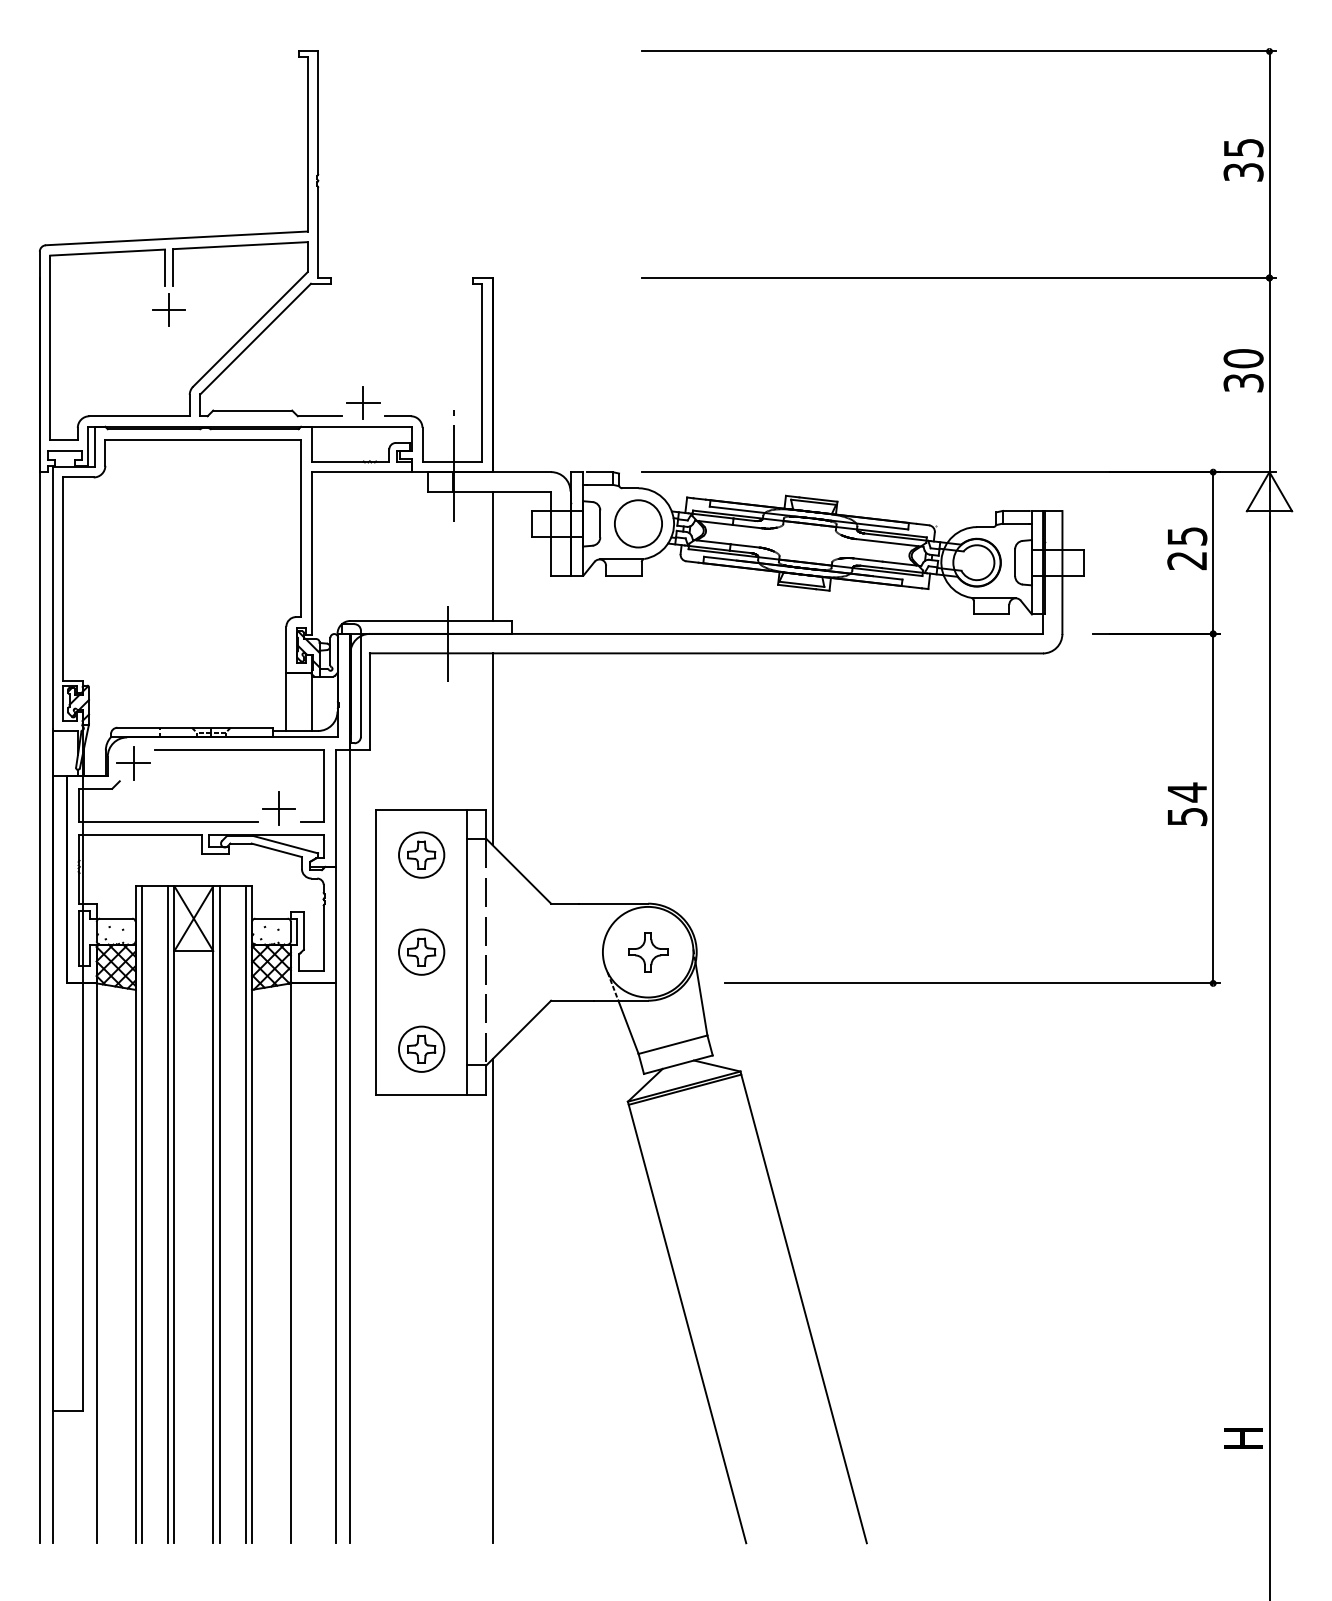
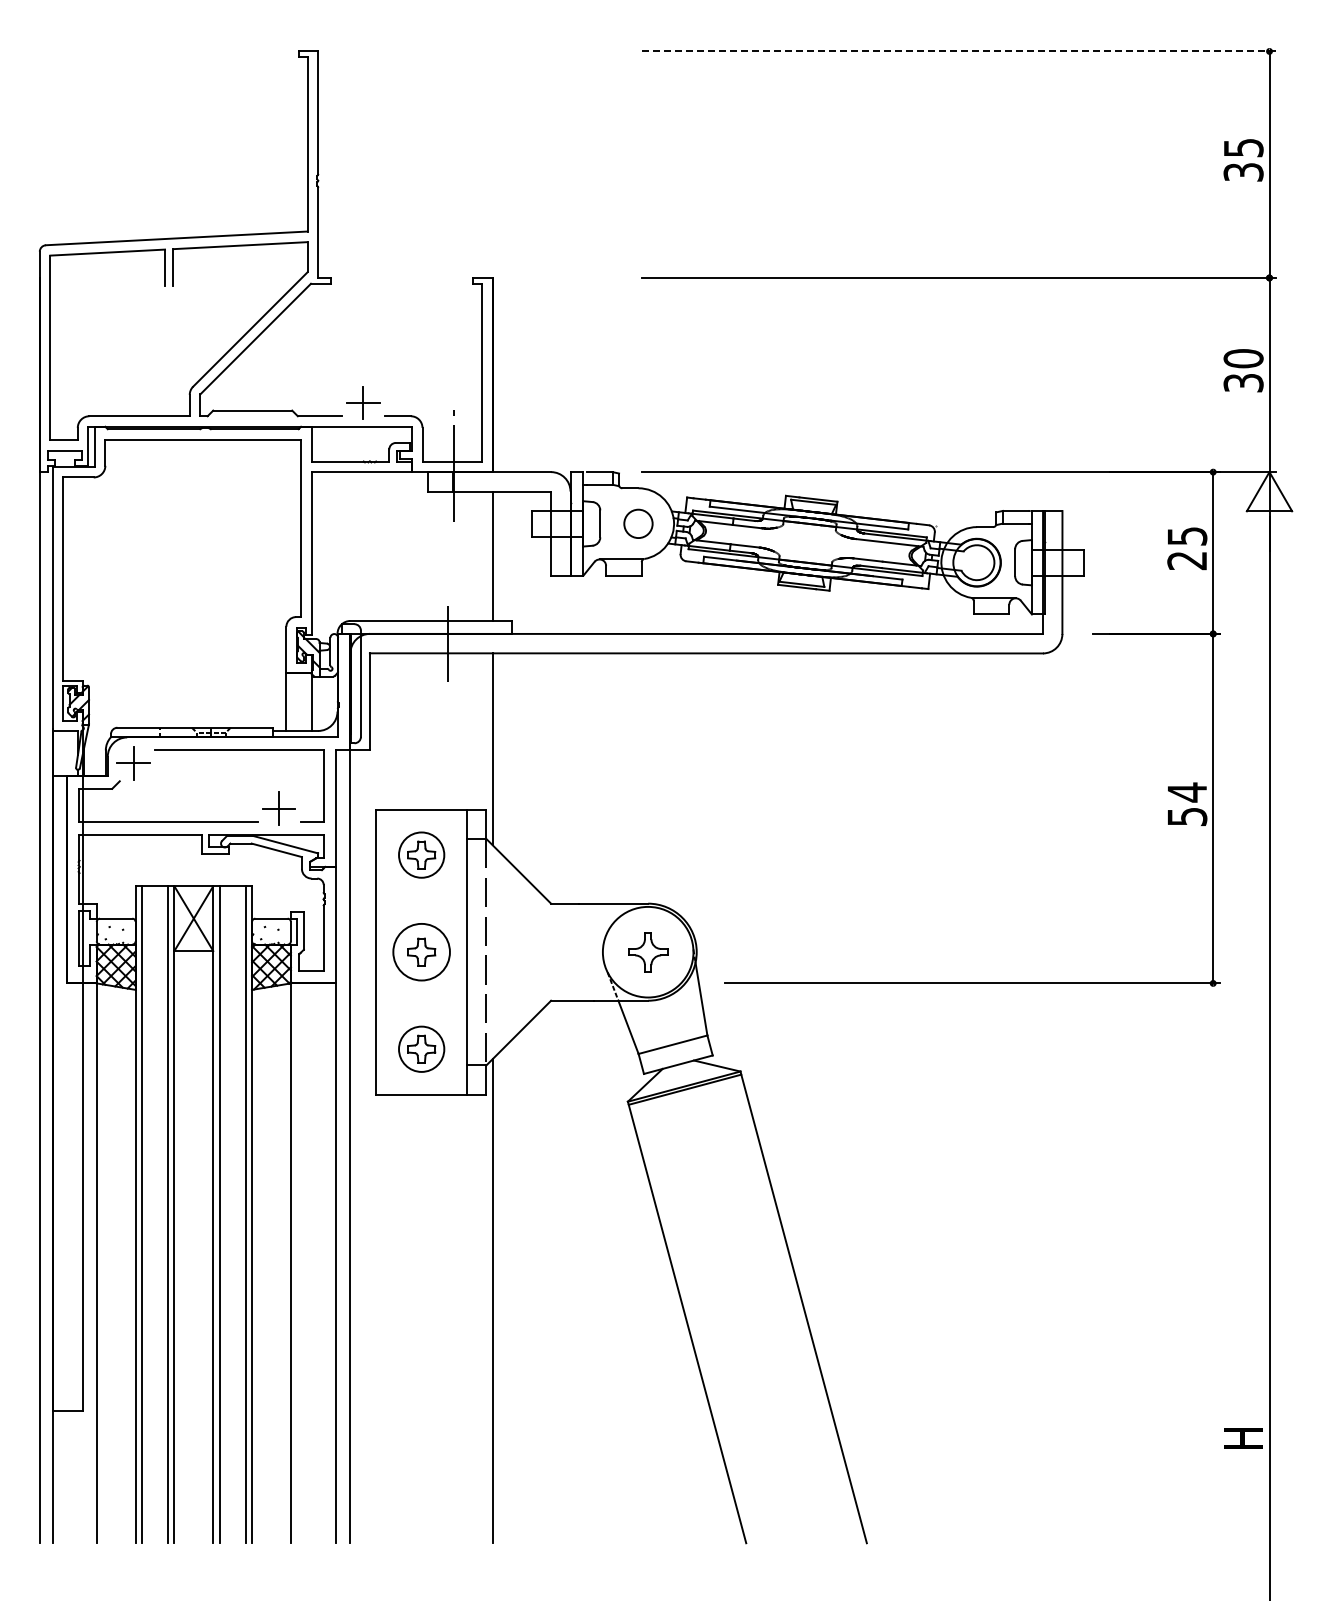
line at (959, 51): solid -> dashed
part at (168, 309): present -> none
circle at (638, 523) diameter: 47 px -> 28 px
circle at (421, 951) diameter: 45 px -> 57 px
